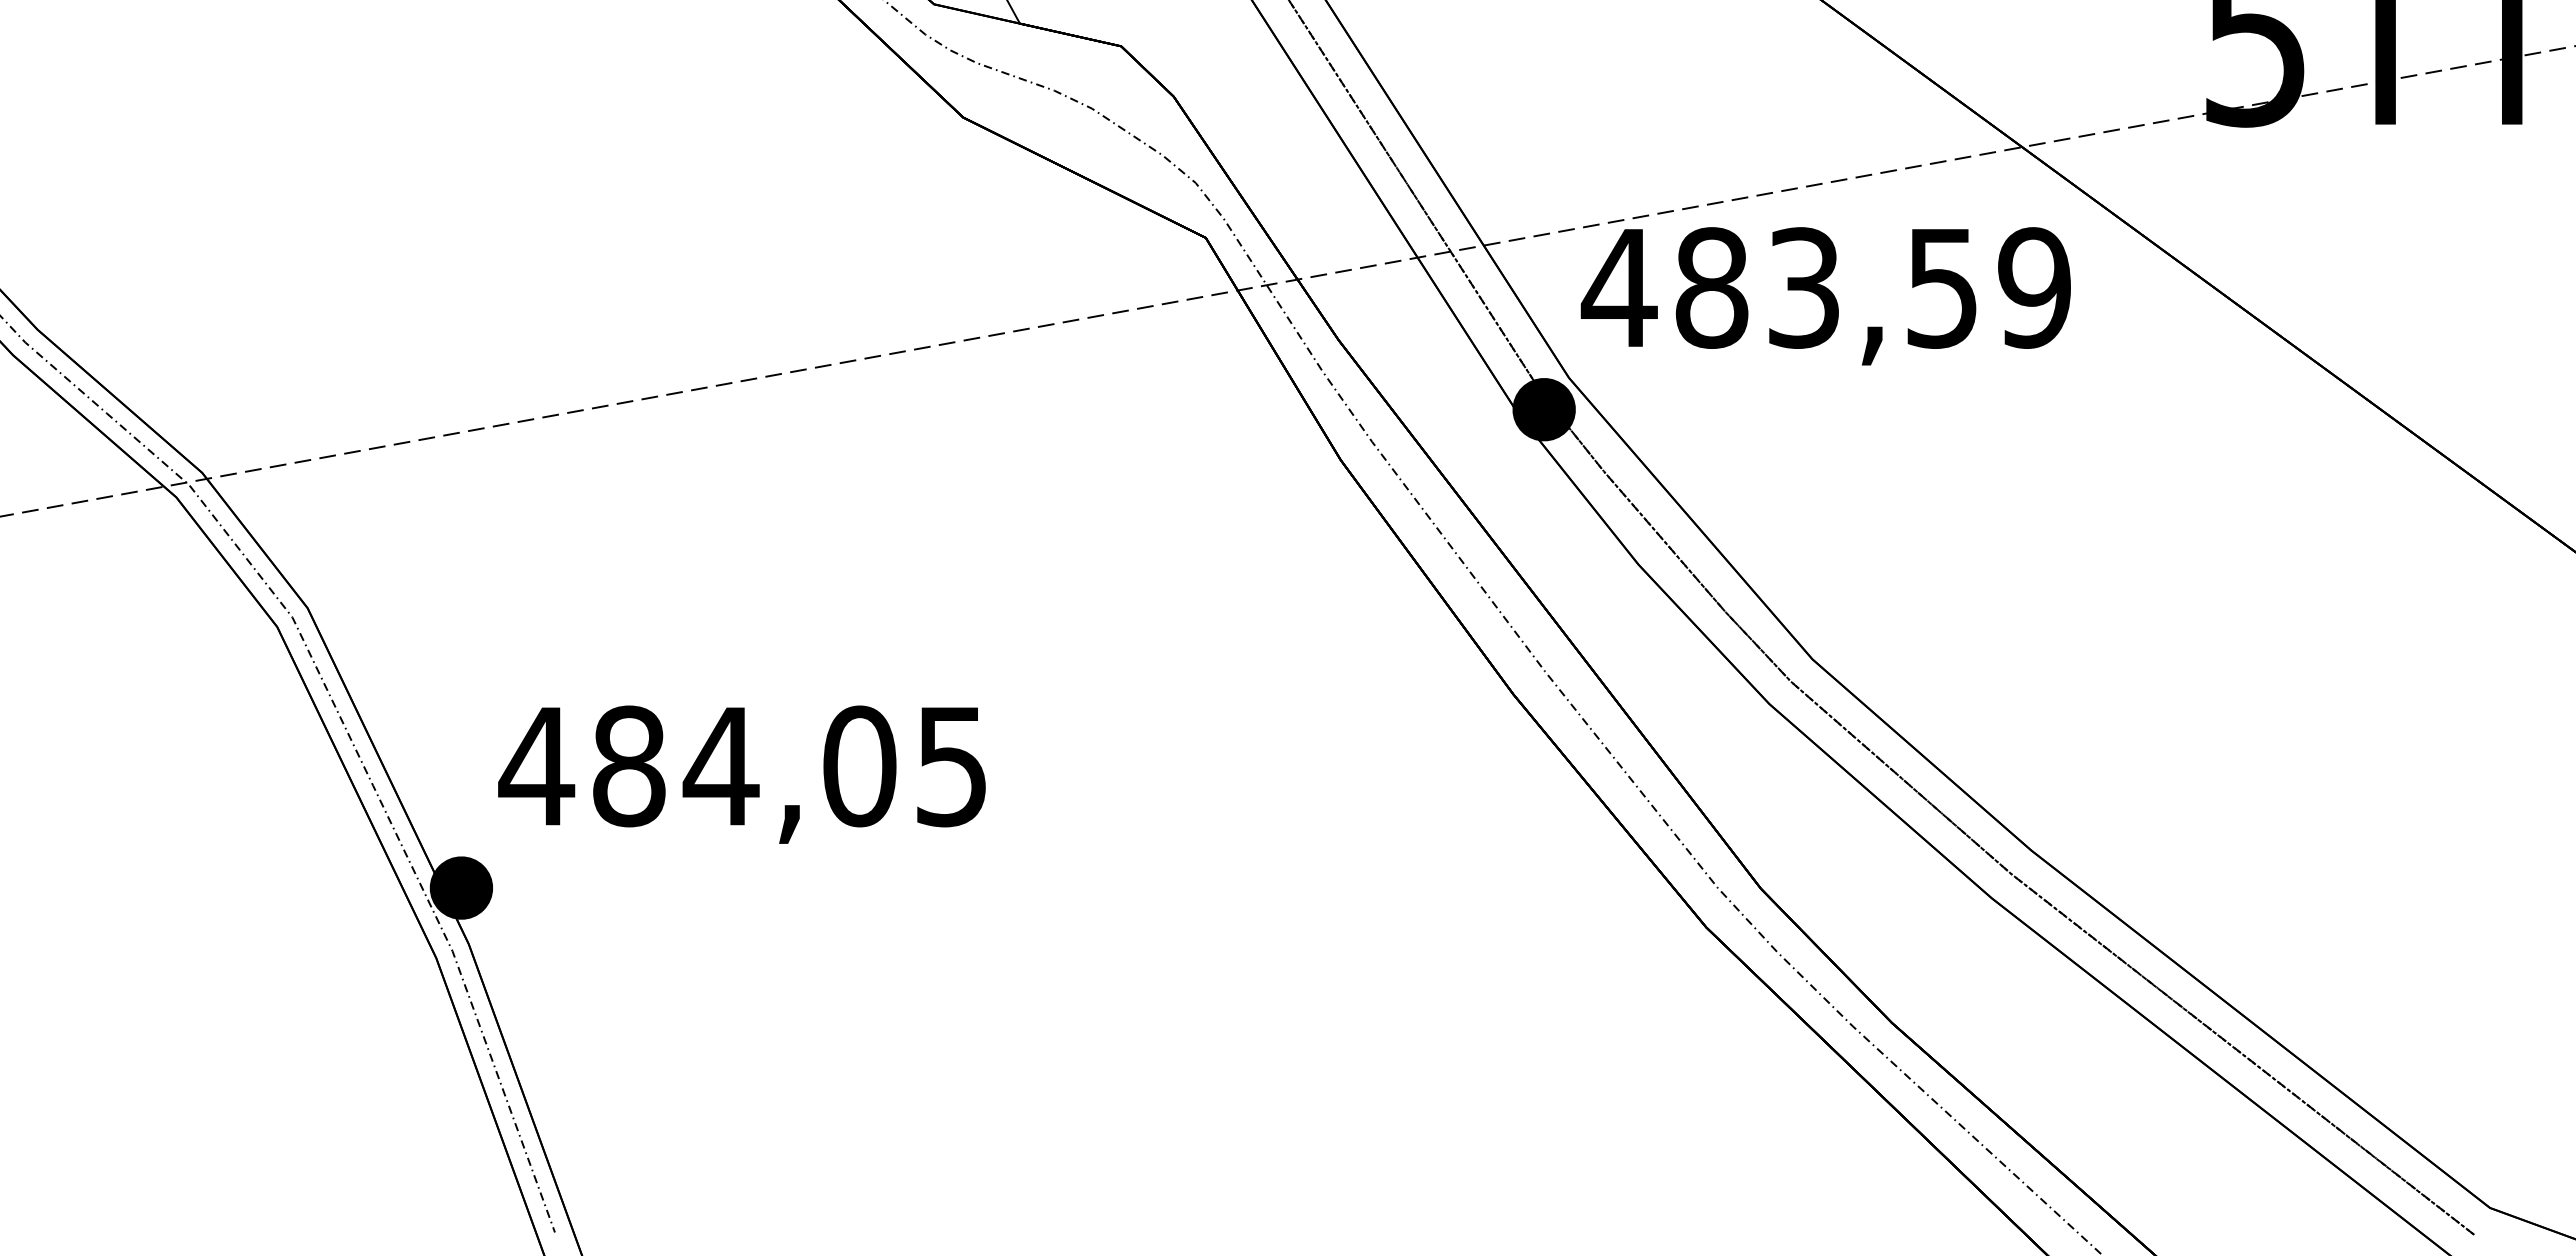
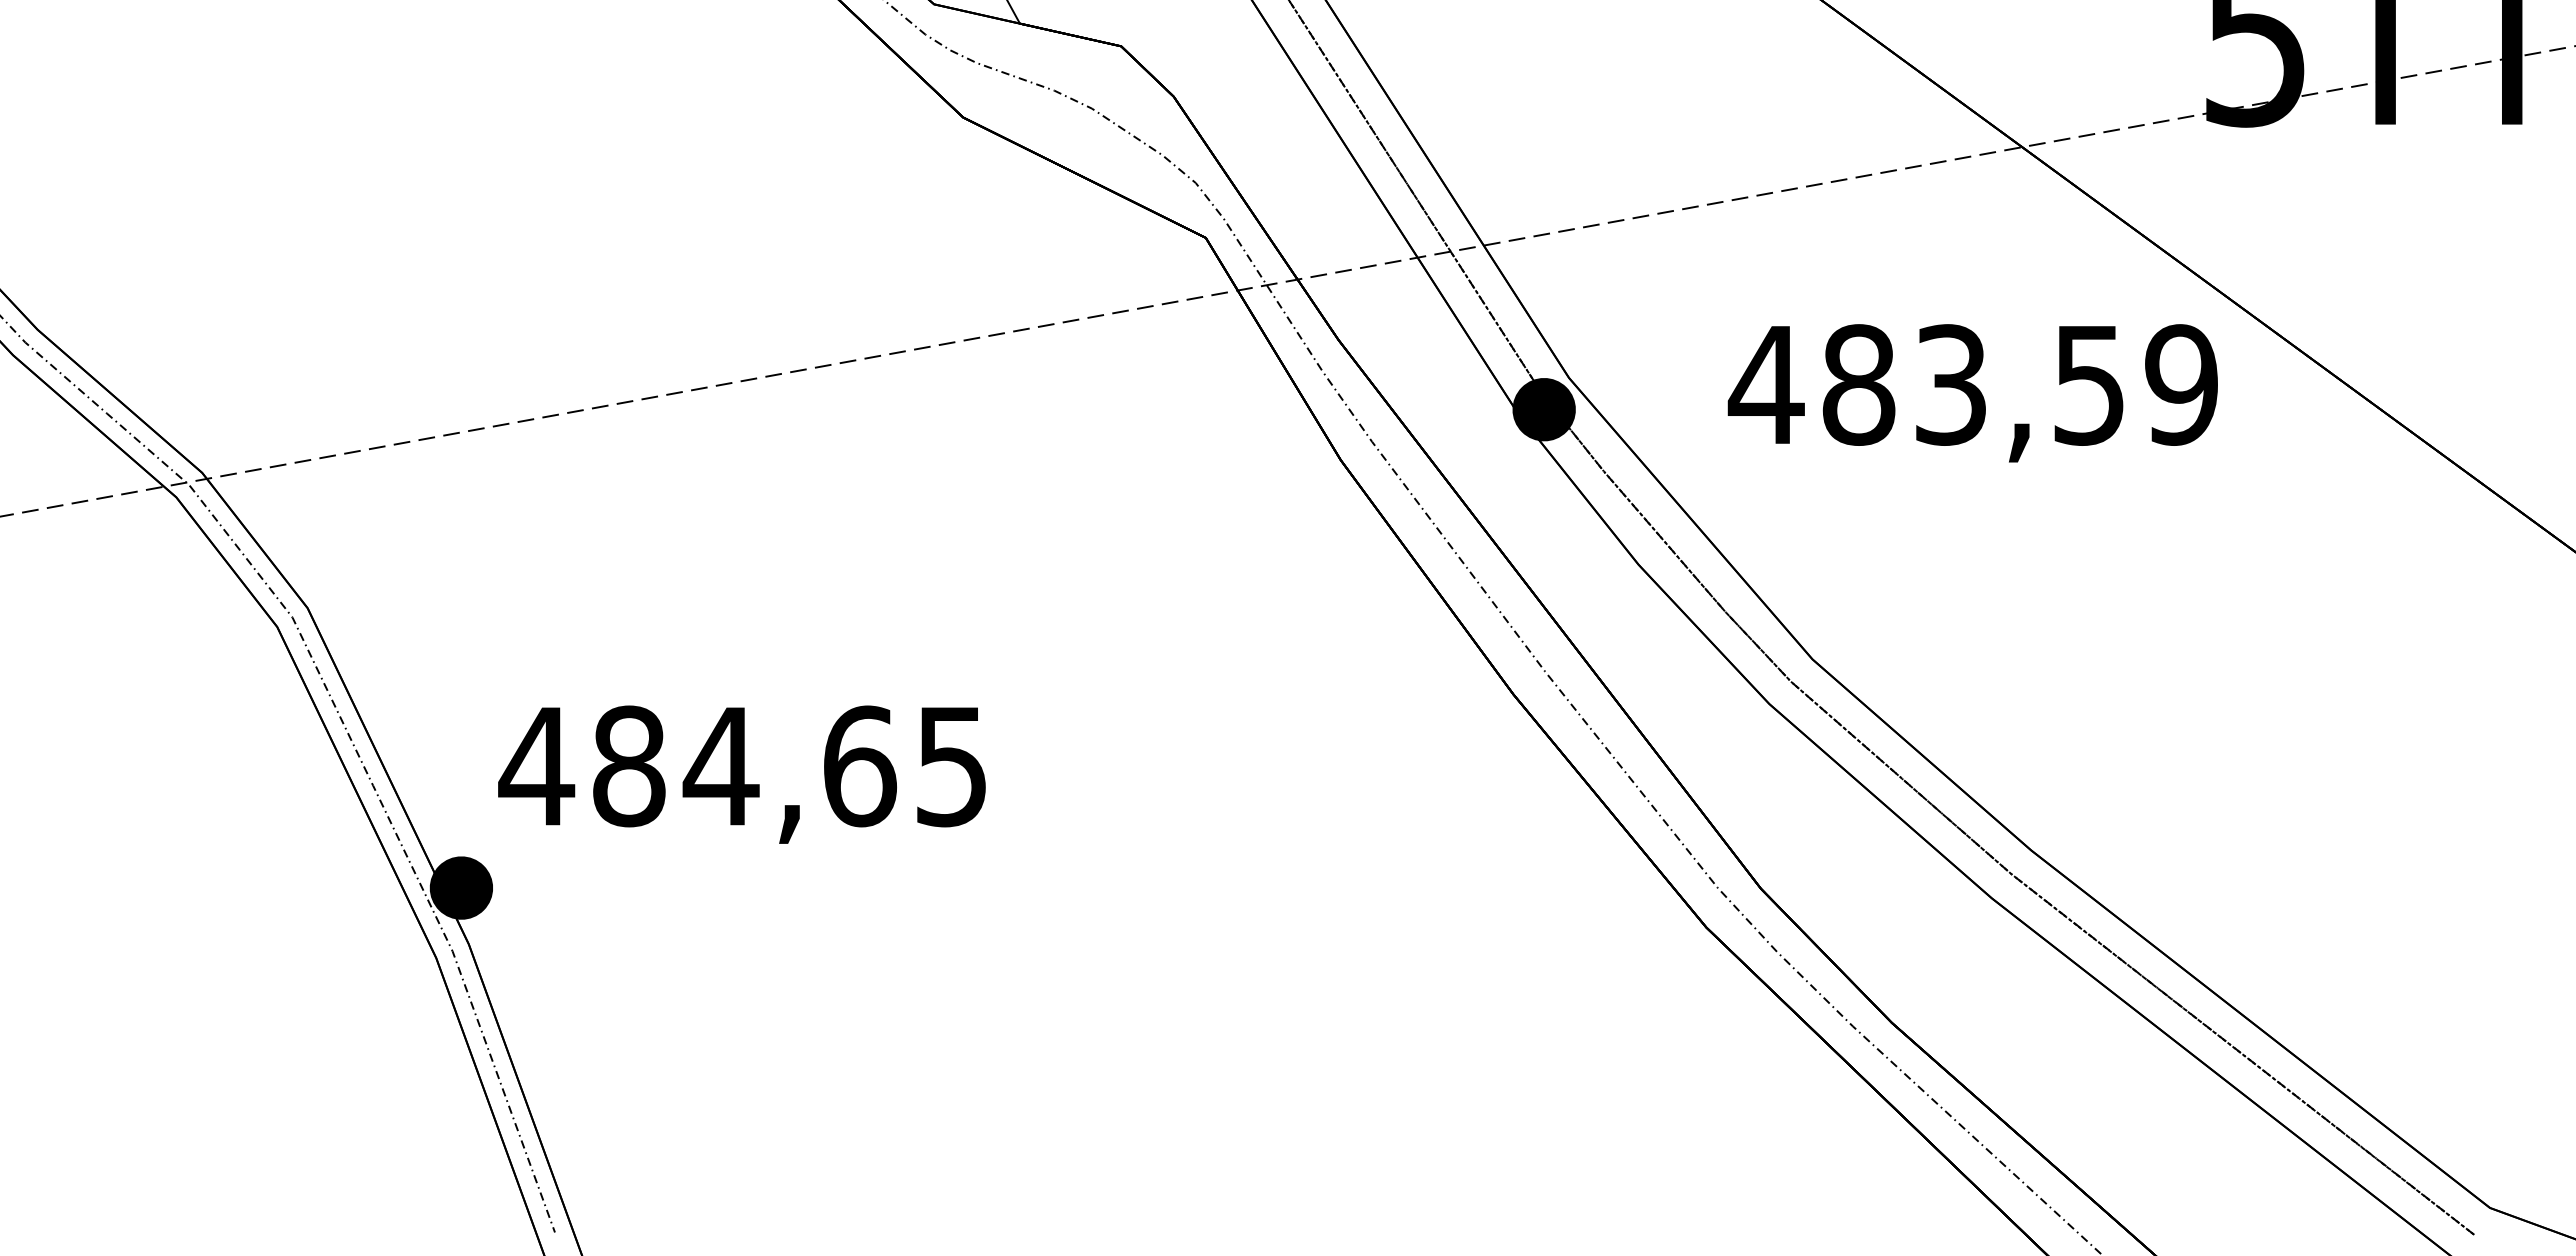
text at (1825, 296) position: (1825, 296) -> (1972, 393)
text at (860, 766): 484,05 -> 484,65
